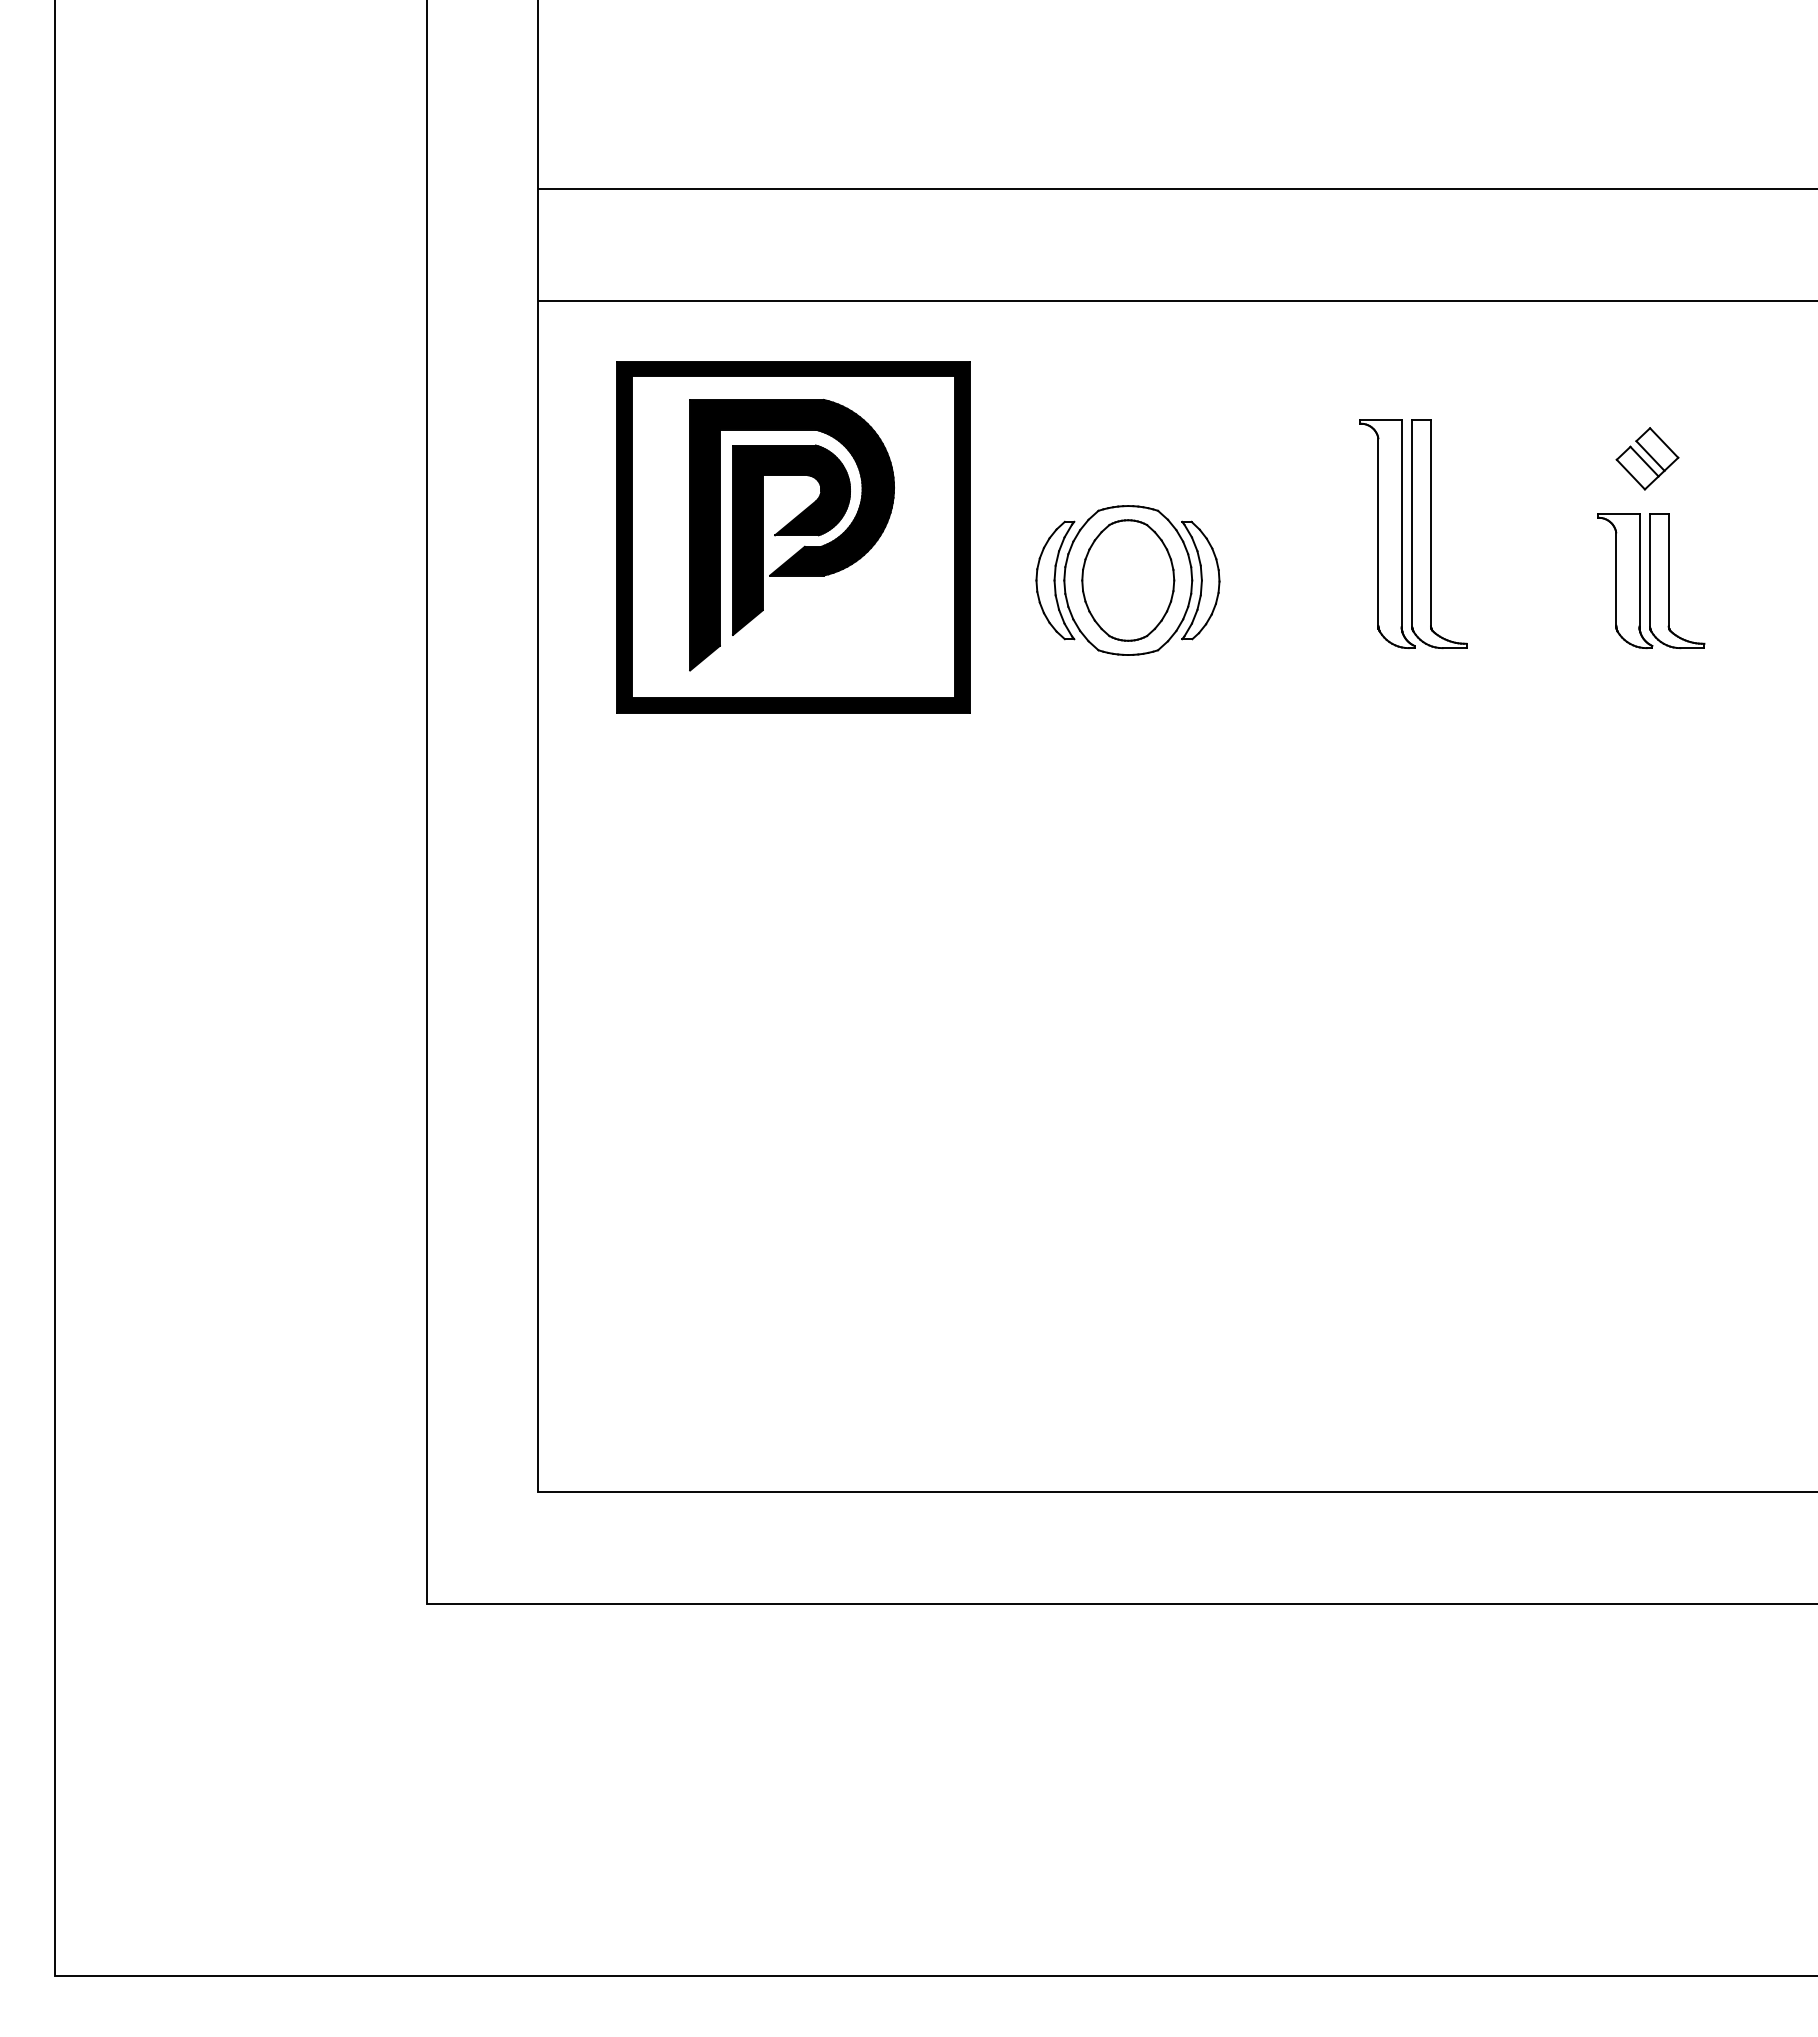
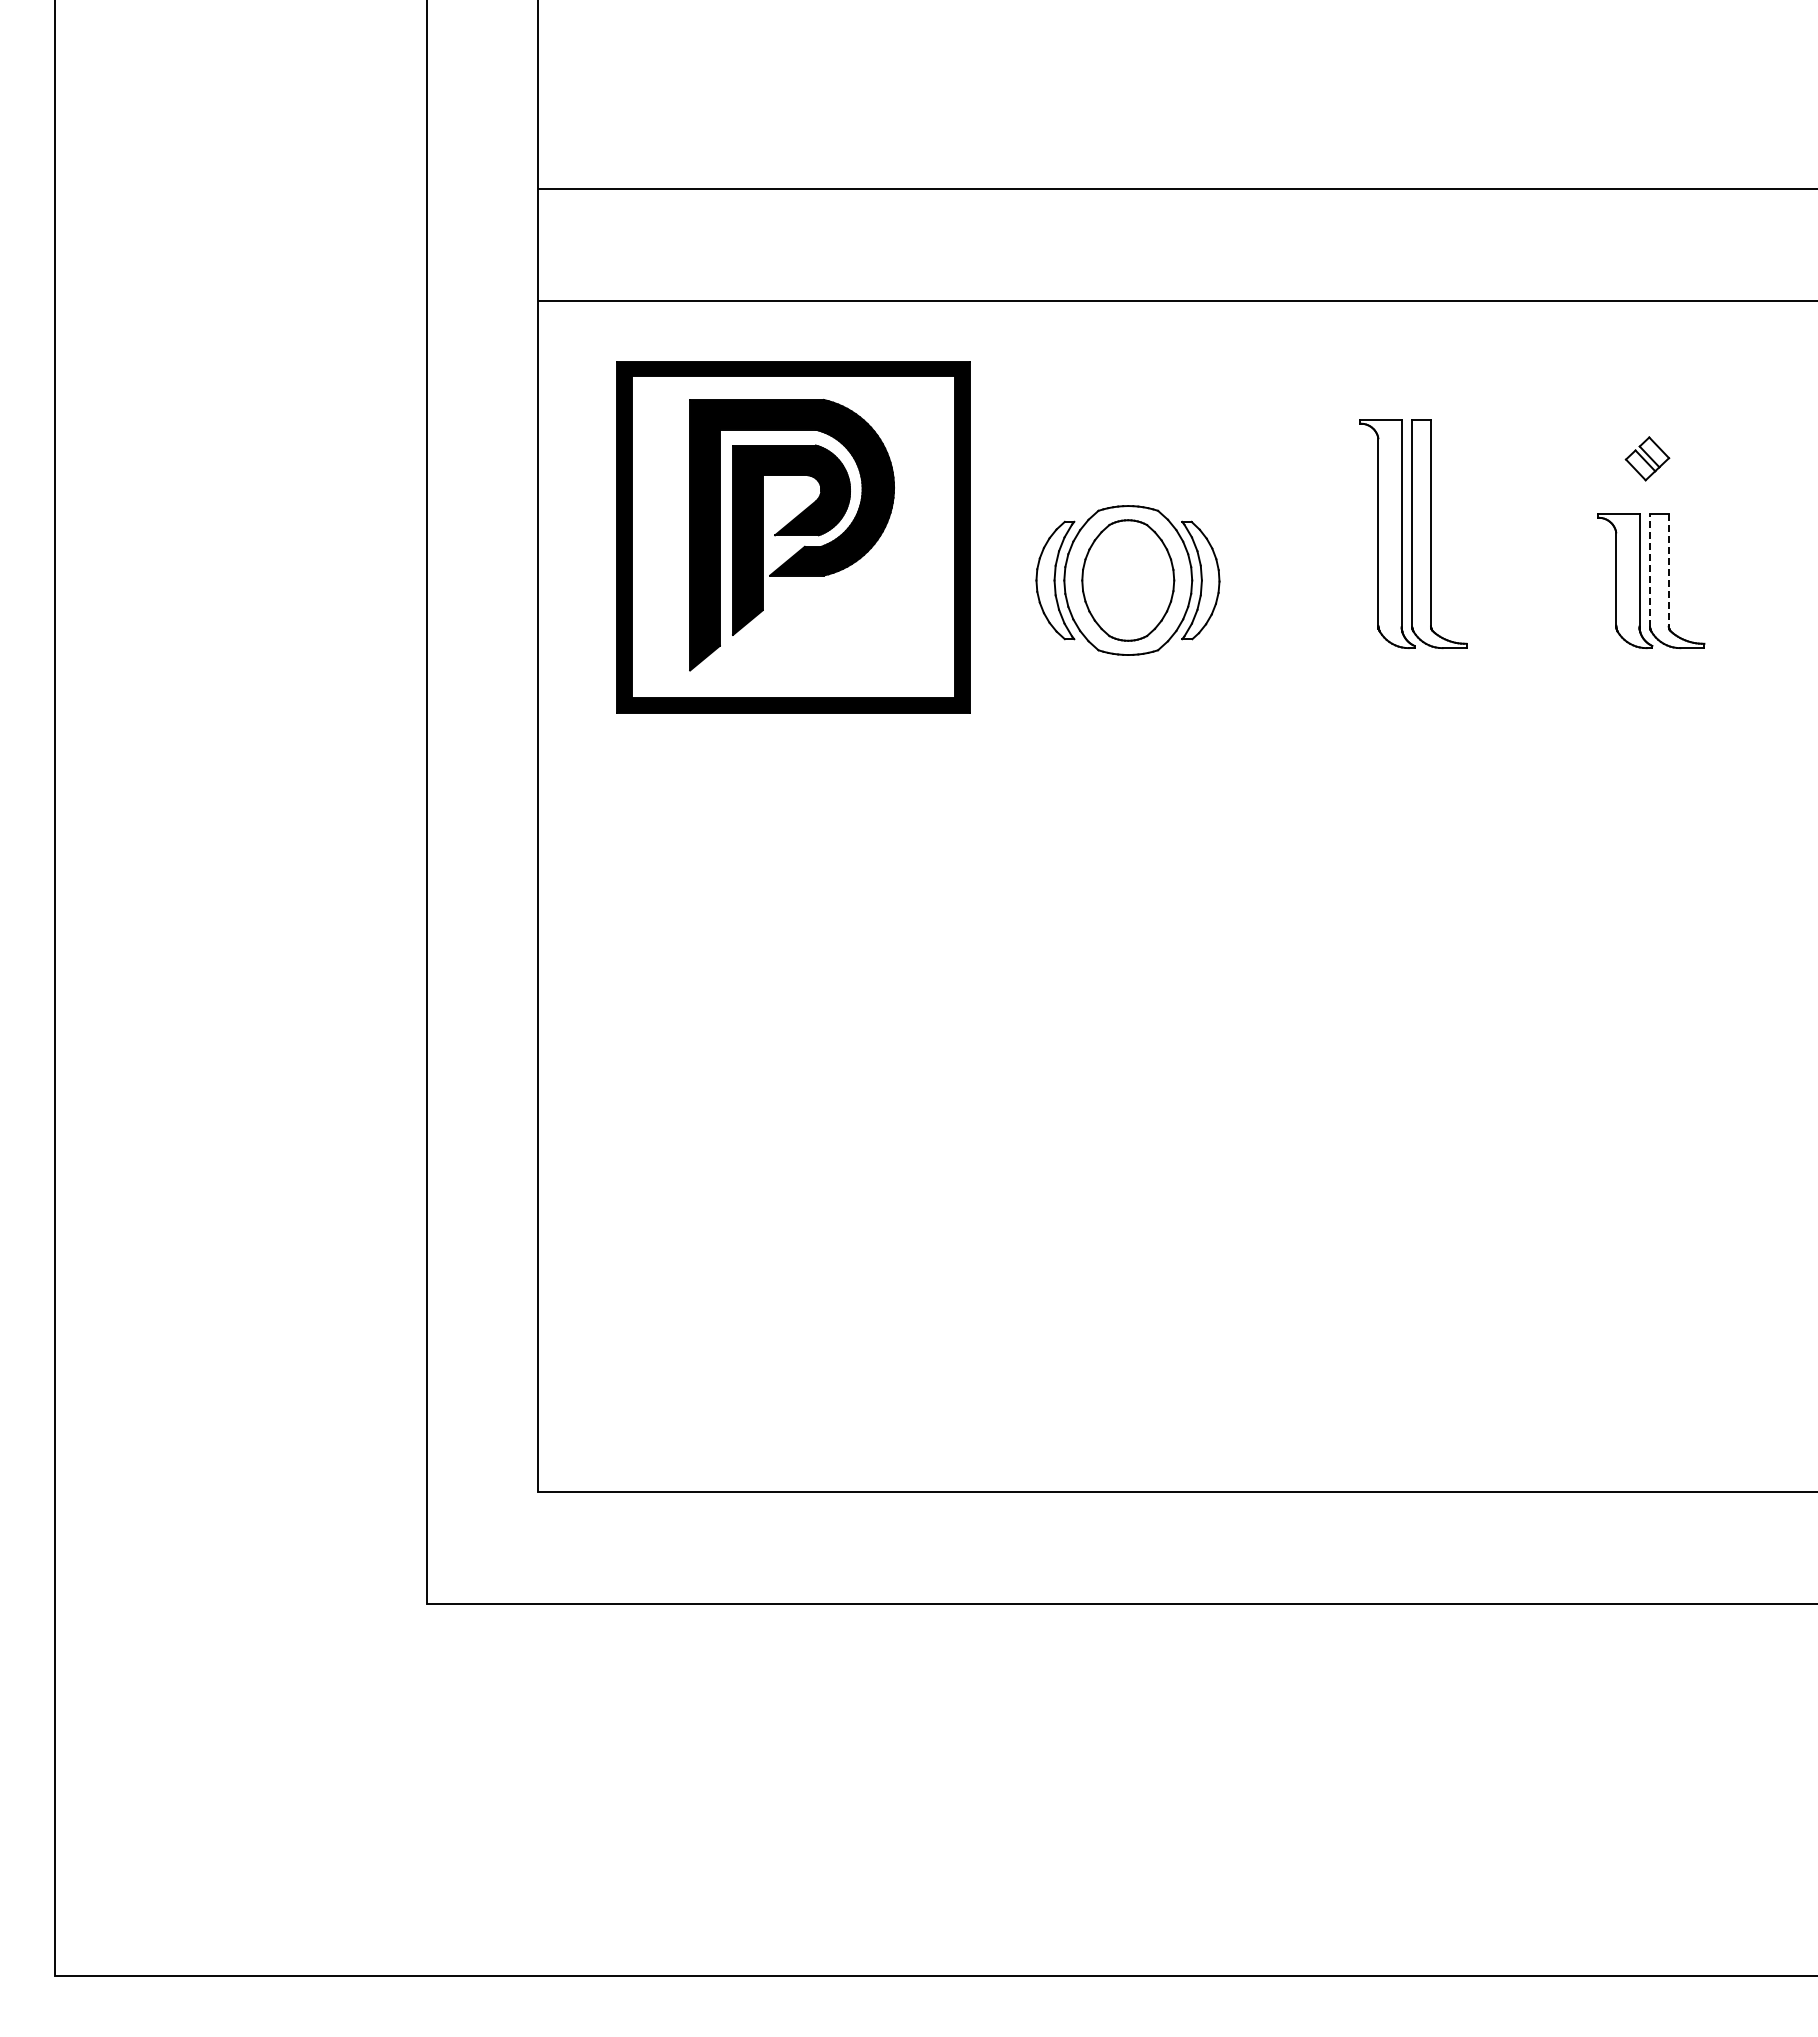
part at (1647, 458) size: 65x64 px -> 47x46 px
line at (1650, 569): solid -> dashed
line at (1668, 570): solid -> dashed
